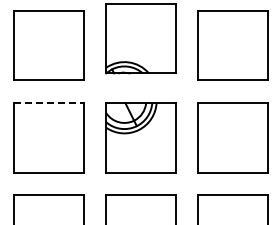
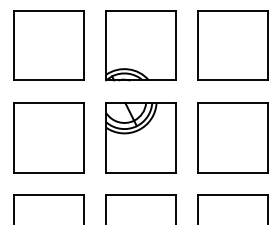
part at (140, 38) position: (140, 38) -> (140, 45)
line at (48, 103): dashed -> solid
